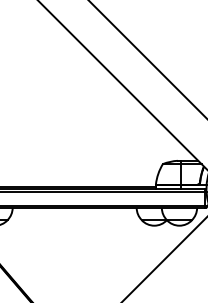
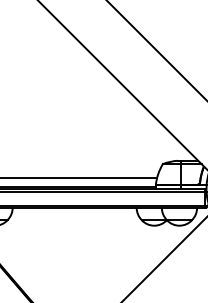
line at (147, 59) position: (147, 59) -> (156, 50)
line at (79, 178): none -> present
